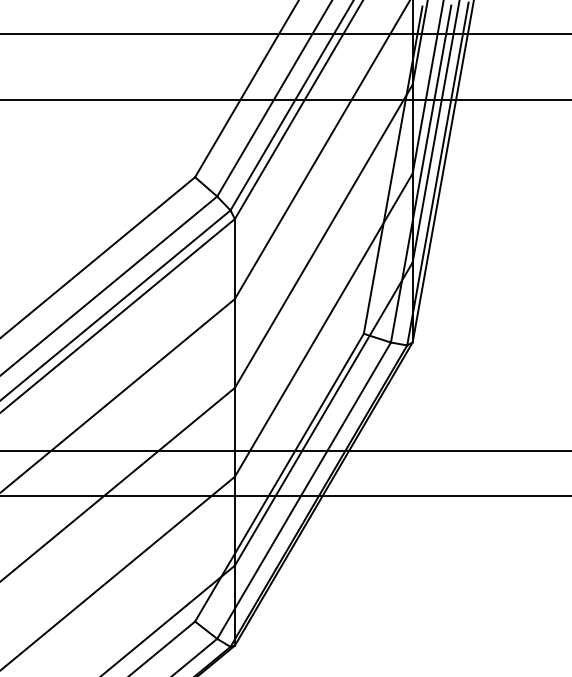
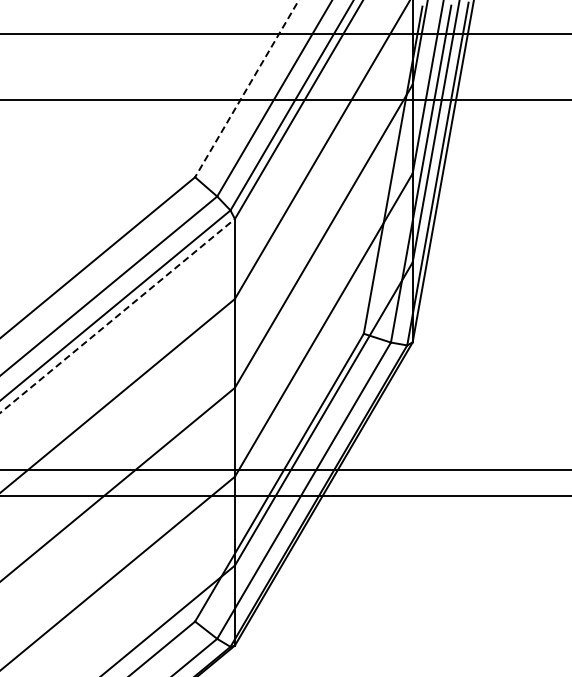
line at (246, 89): solid -> dashed
line at (118, 315): solid -> dashed
line at (285, 450) position: (285, 450) -> (285, 469)
